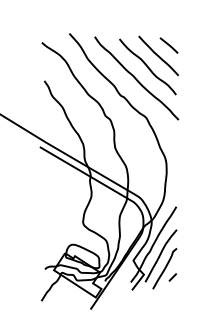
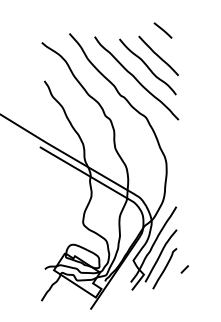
line at (168, 45) position: (168, 45) -> (162, 30)
line at (172, 277) position: (172, 277) -> (184, 269)
